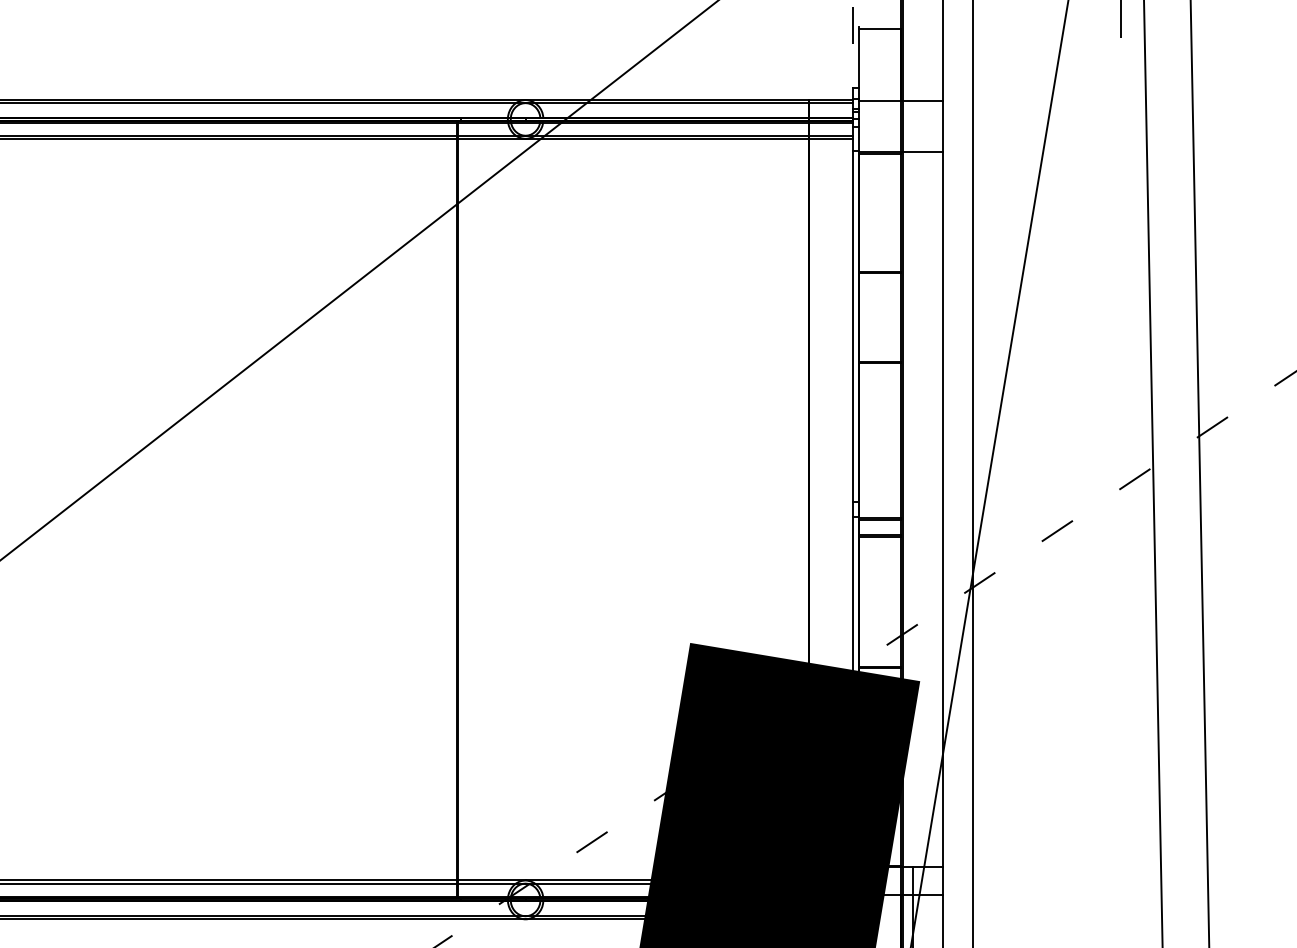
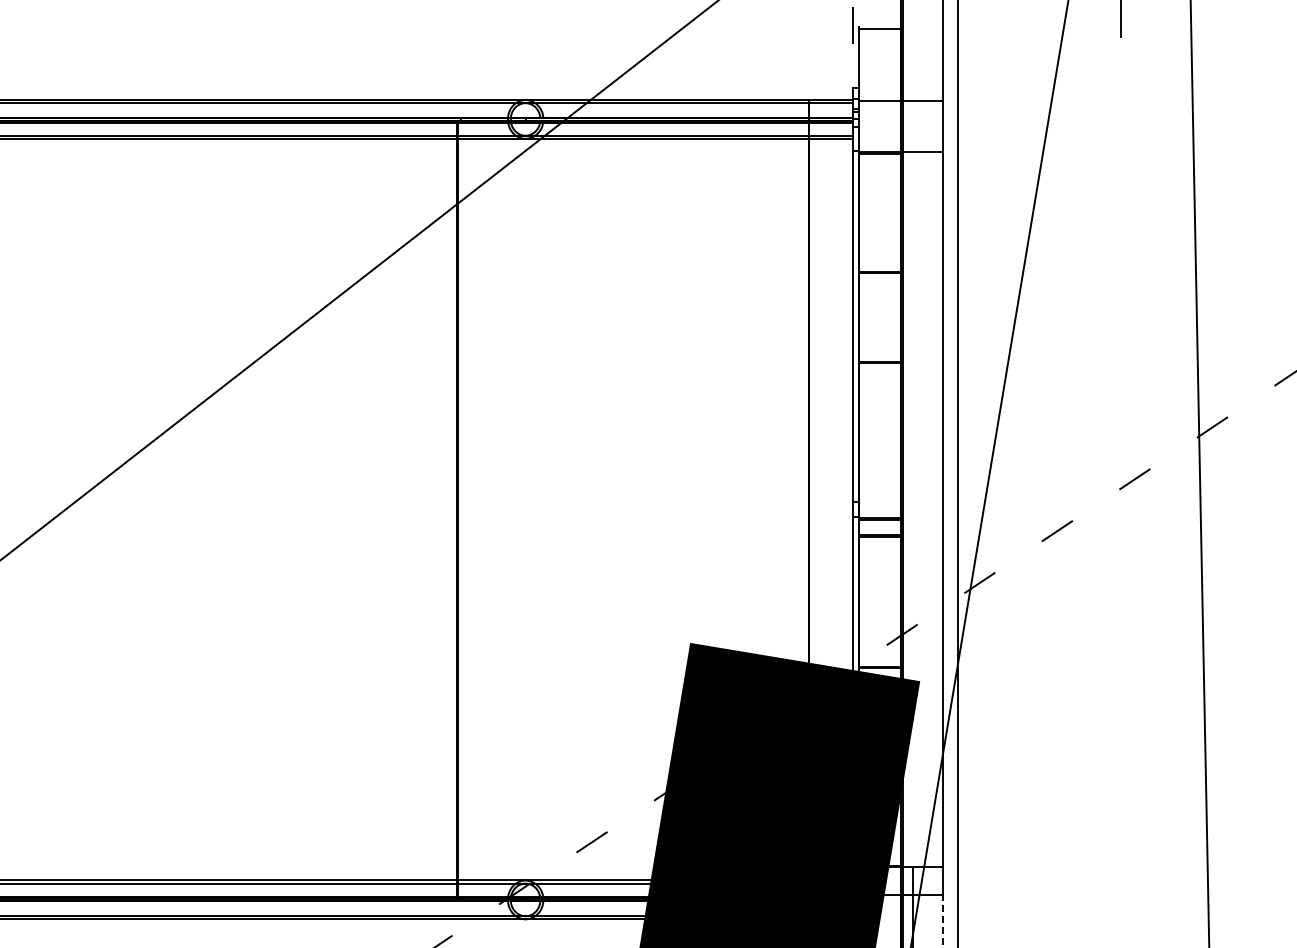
line at (972, 473) position: (972, 473) -> (957, 473)
line at (1153, 473): present -> none
line at (942, 921): solid -> dashed
